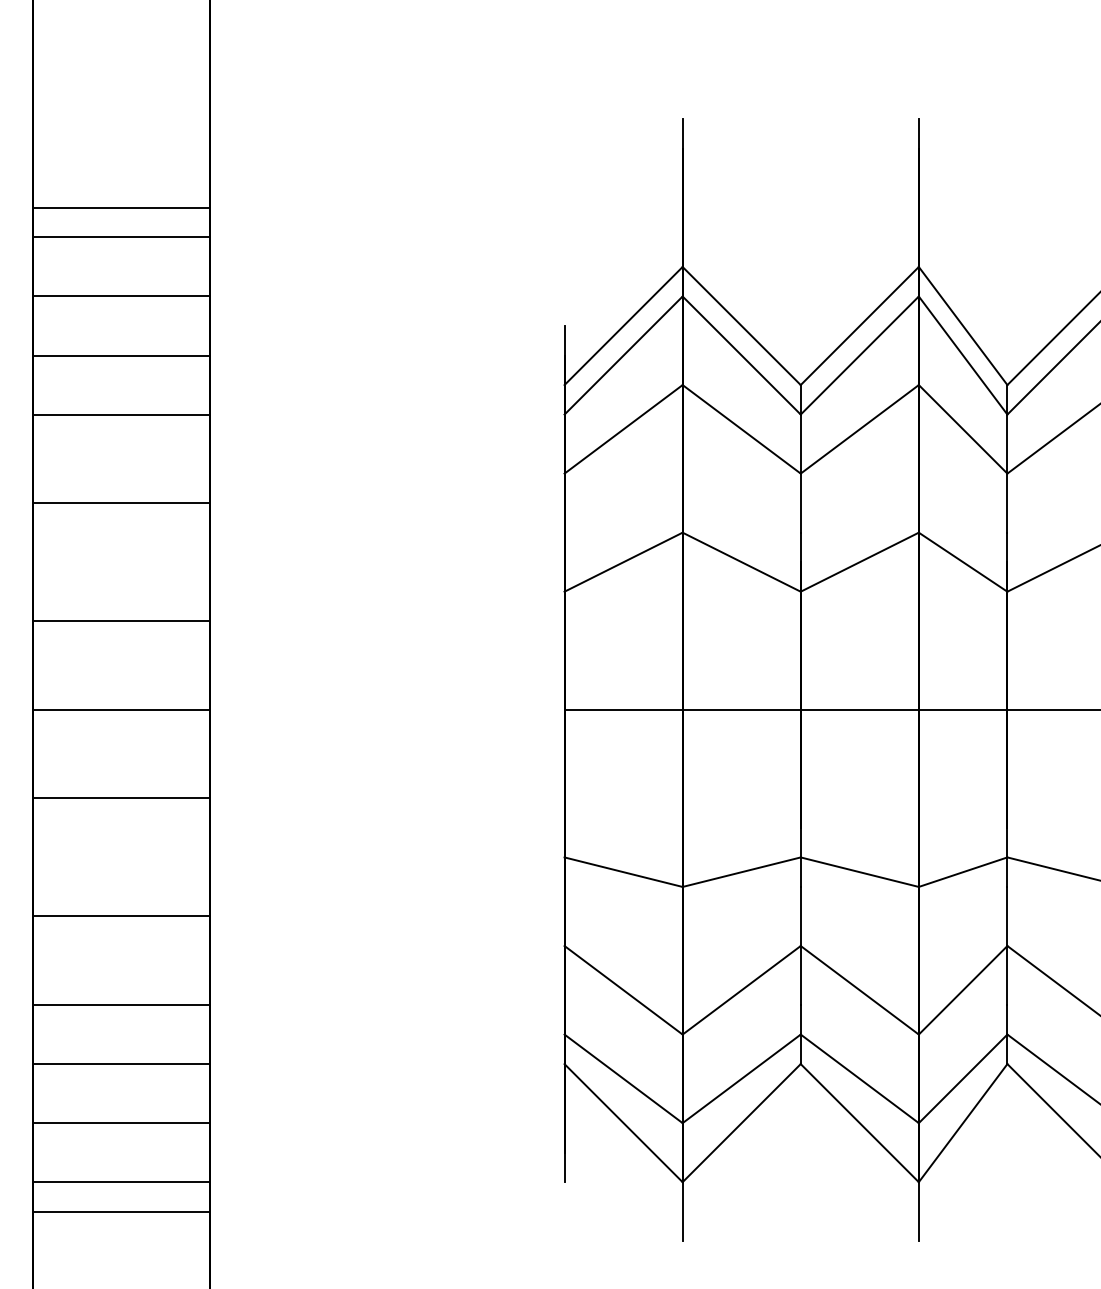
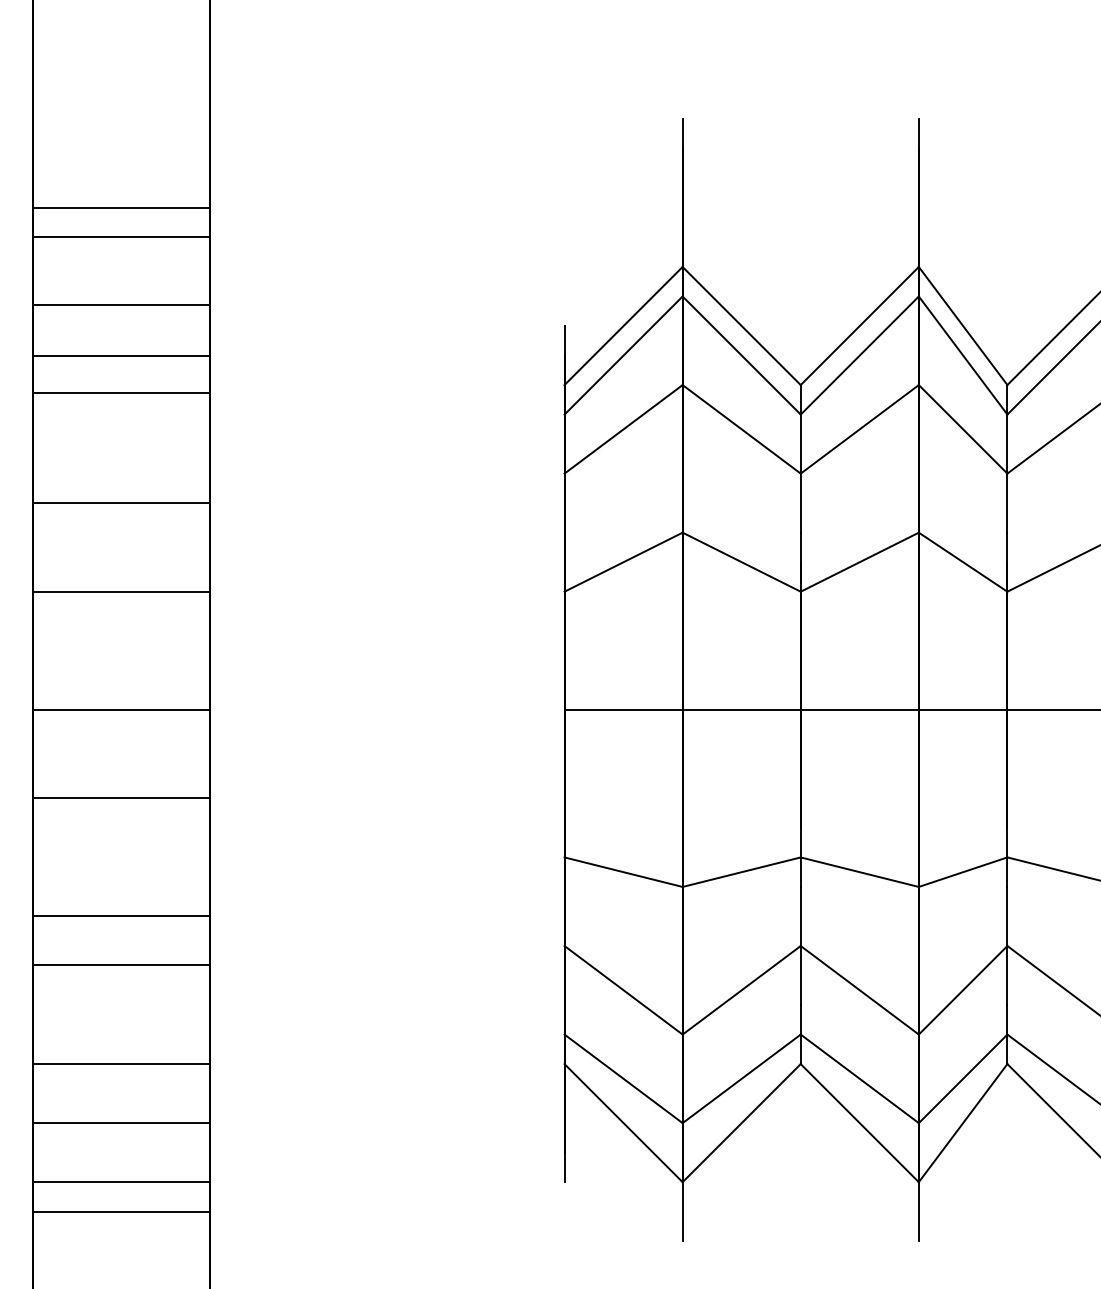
line at (121, 296) position: (121, 296) -> (121, 305)
line at (121, 414) position: (121, 414) -> (121, 392)
line at (121, 621) position: (121, 621) -> (121, 592)
line at (121, 1005) position: (121, 1005) -> (121, 965)
